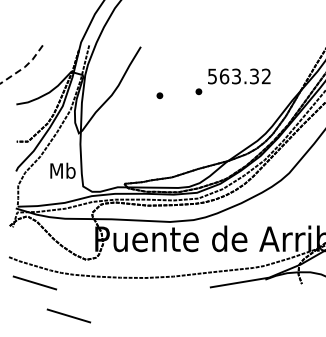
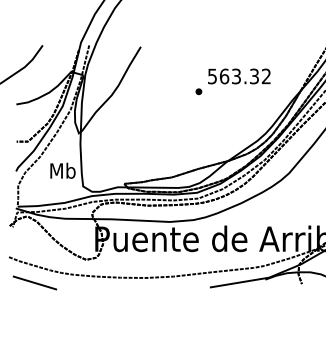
line at (24, 67): dashed -> solid
part at (159, 95): present -> none
line at (68, 315): present -> none
